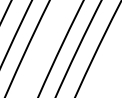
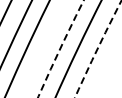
arc at (60, 48): solid -> dashed
arc at (97, 48): solid -> dashed
